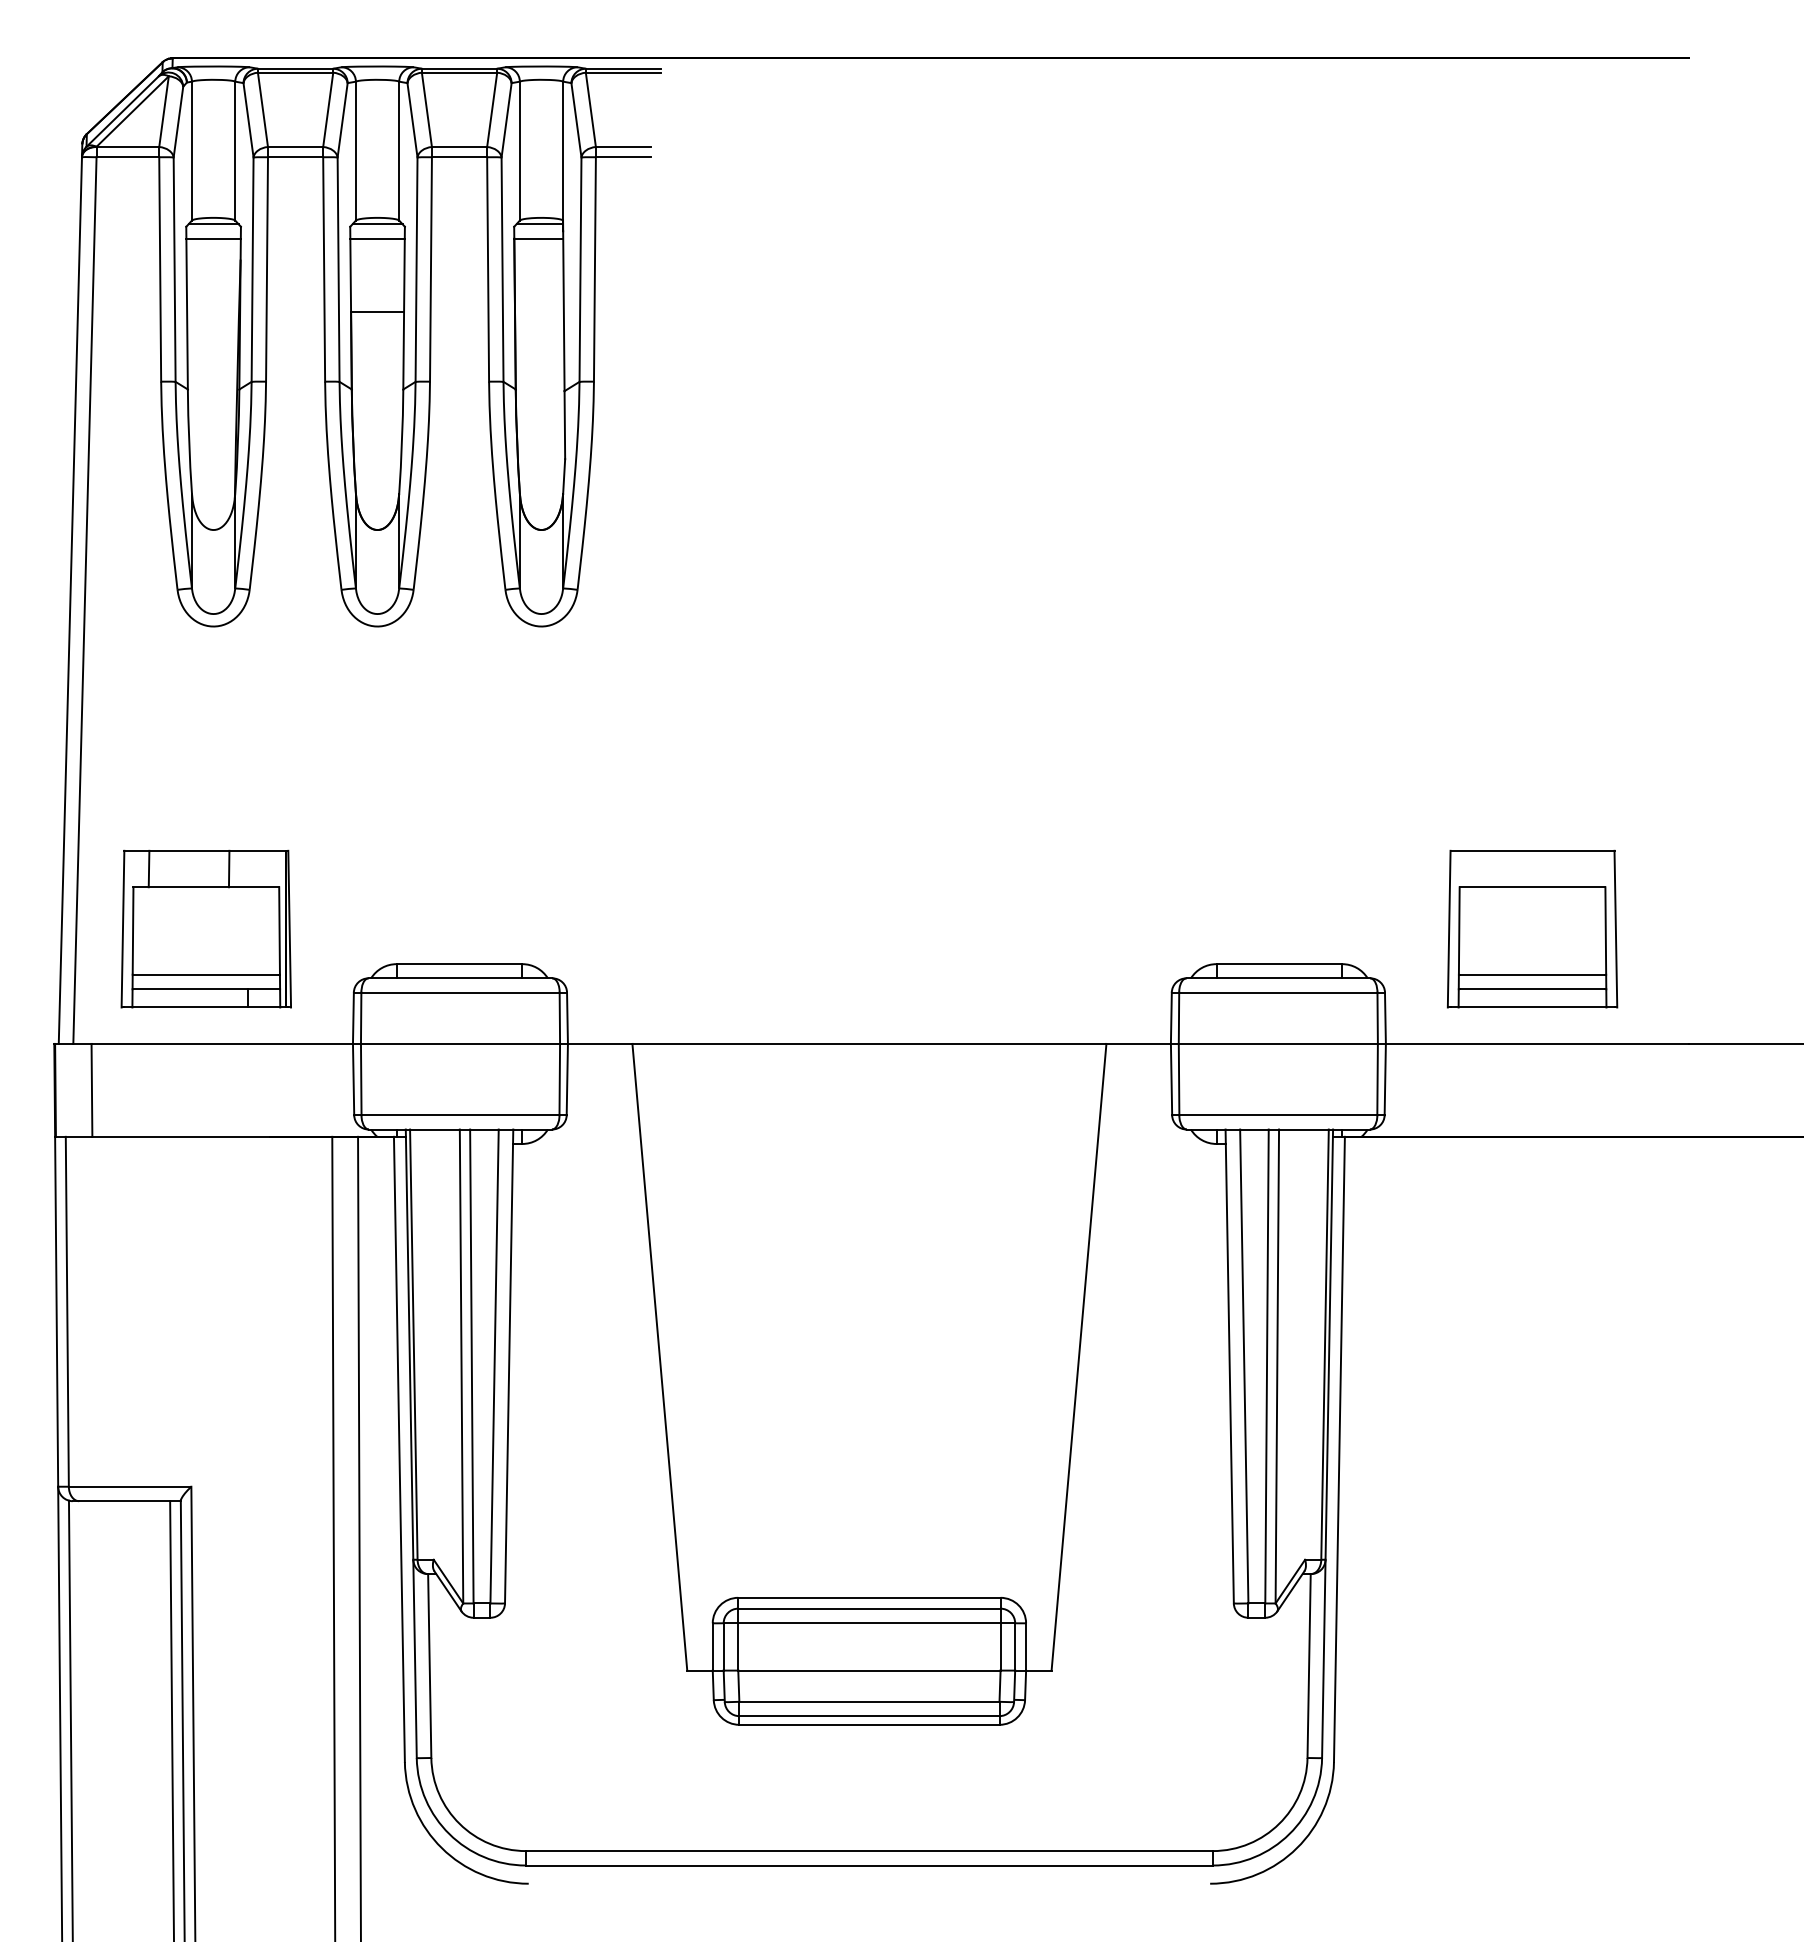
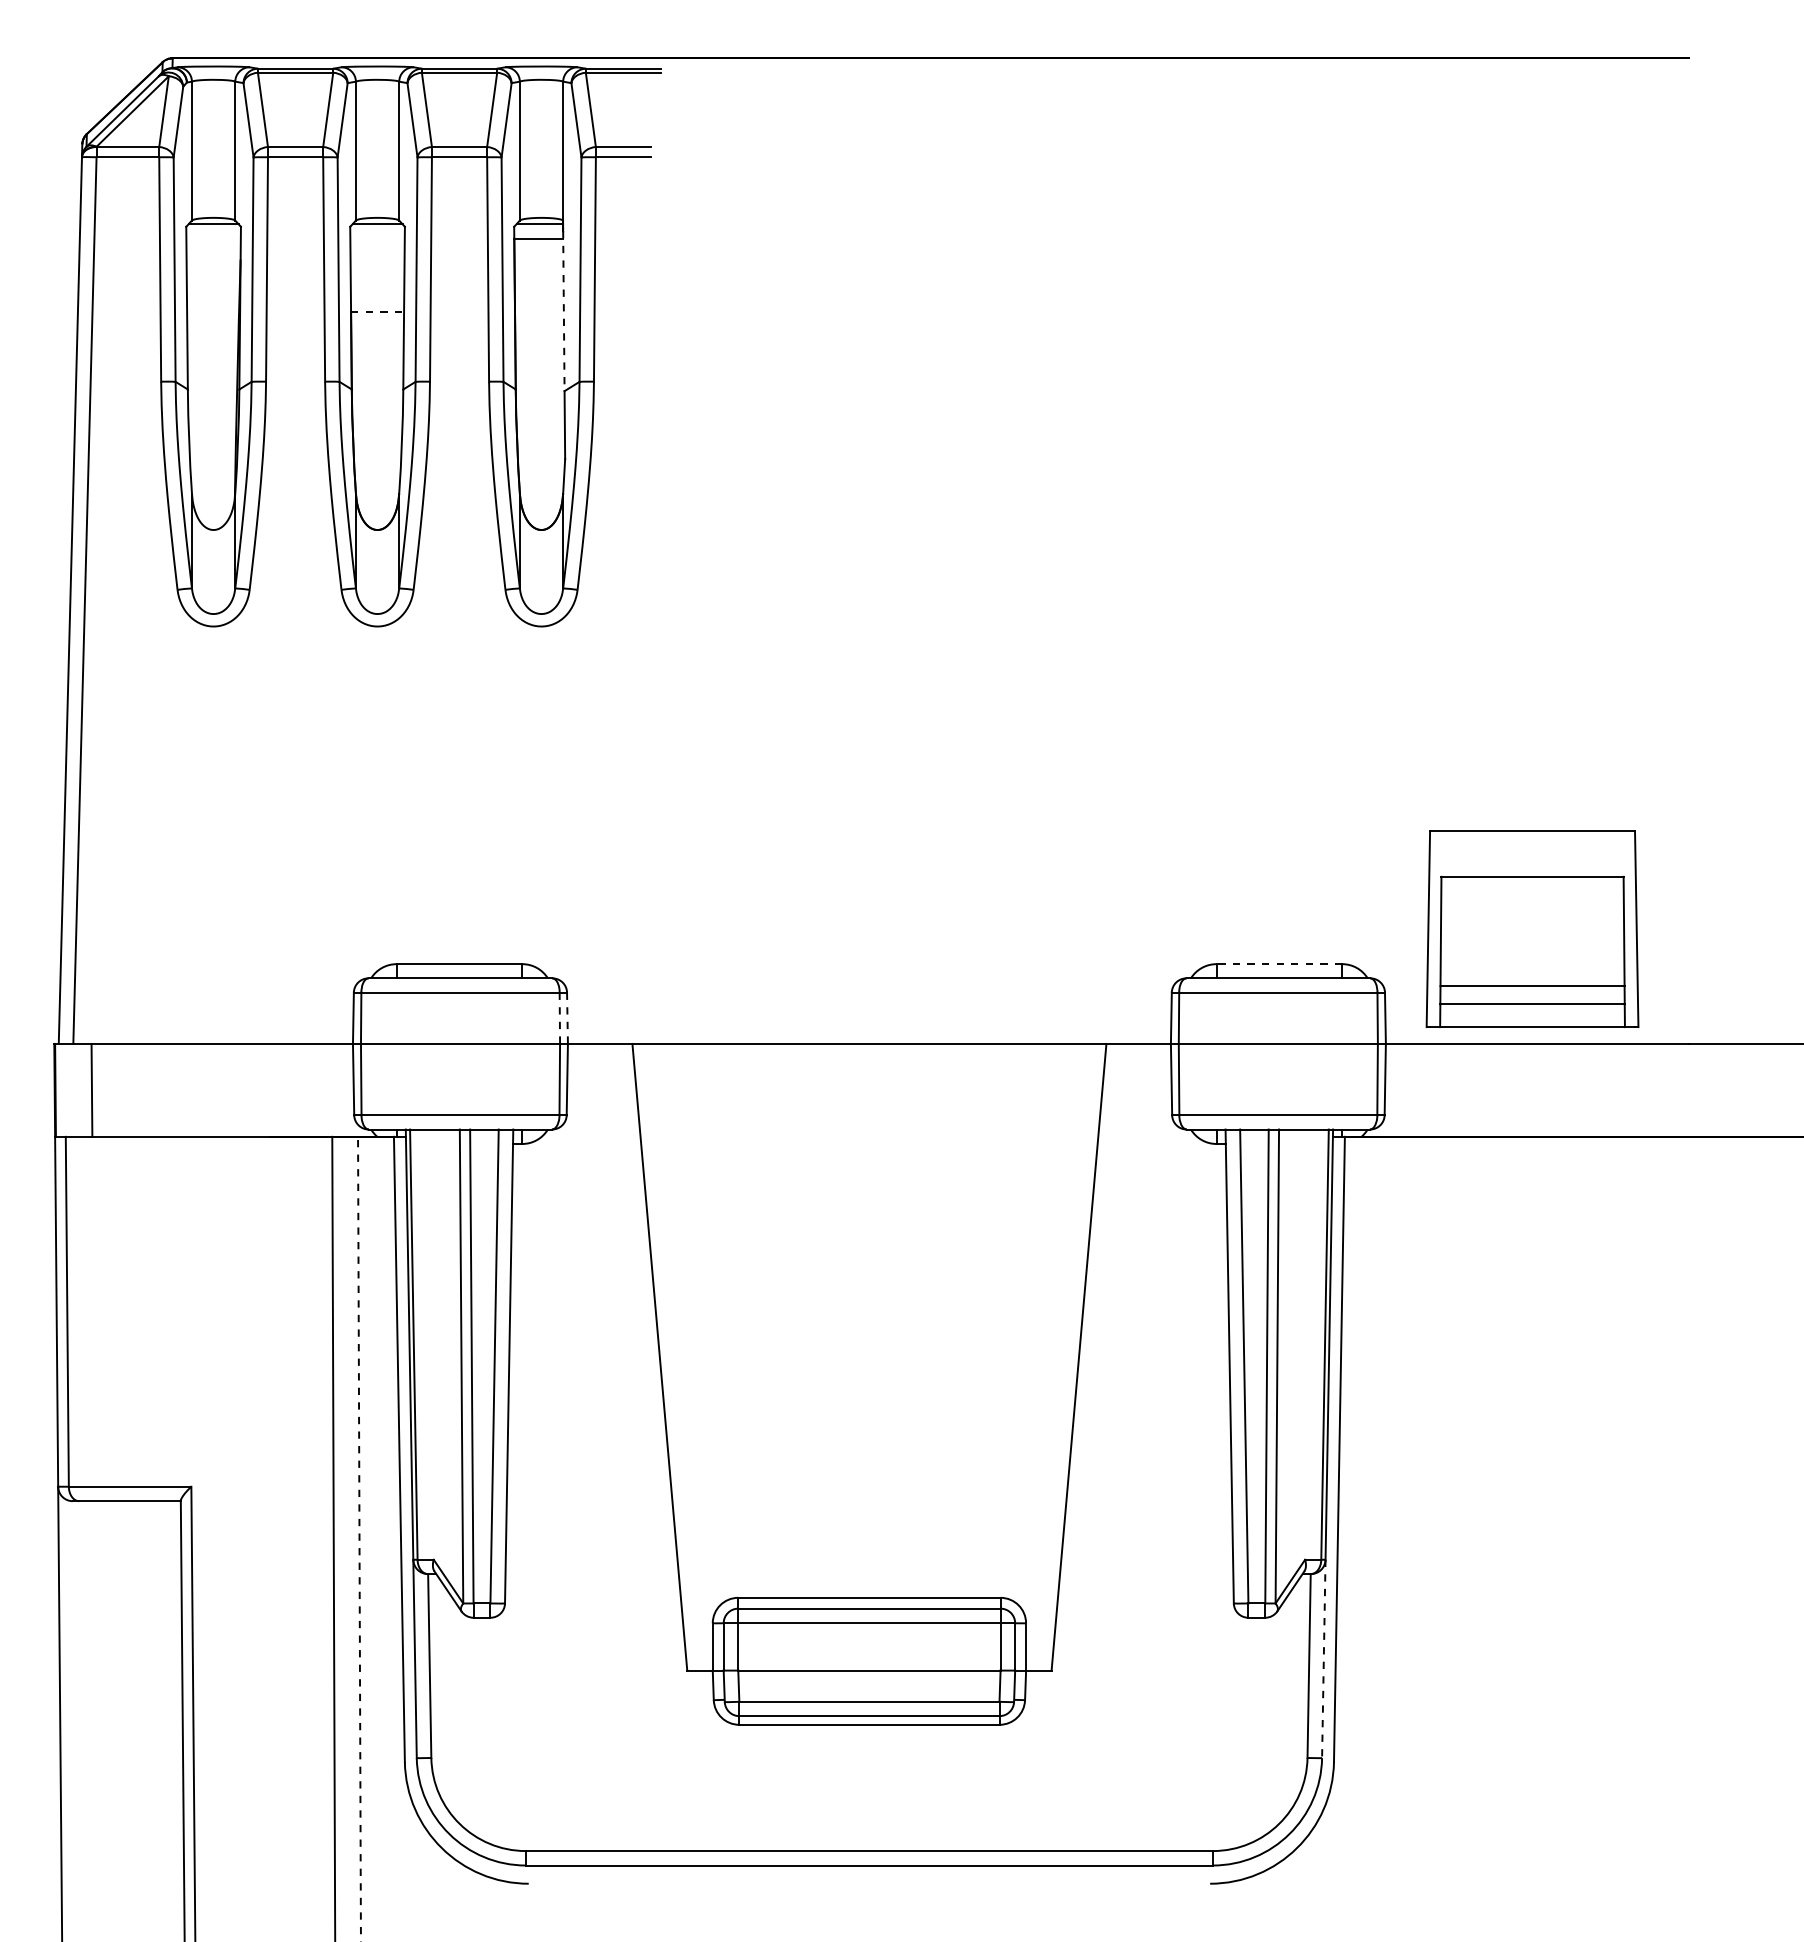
line at (213, 238): present -> none
line at (377, 238): present -> none
line at (377, 311): solid -> dashed
line at (563, 311): solid -> dashed
part at (205, 928): present -> none
part at (1532, 928) size: 173x160 px -> 215x198 px
line at (1279, 964): solid -> dashed
line at (559, 1018): solid -> dashed
line at (567, 1018): solid -> dashed
line at (359, 1538): solid -> dashed
line at (1323, 1659): solid -> dashed
line at (70, 1719): present -> none
line at (171, 1719): present -> none
